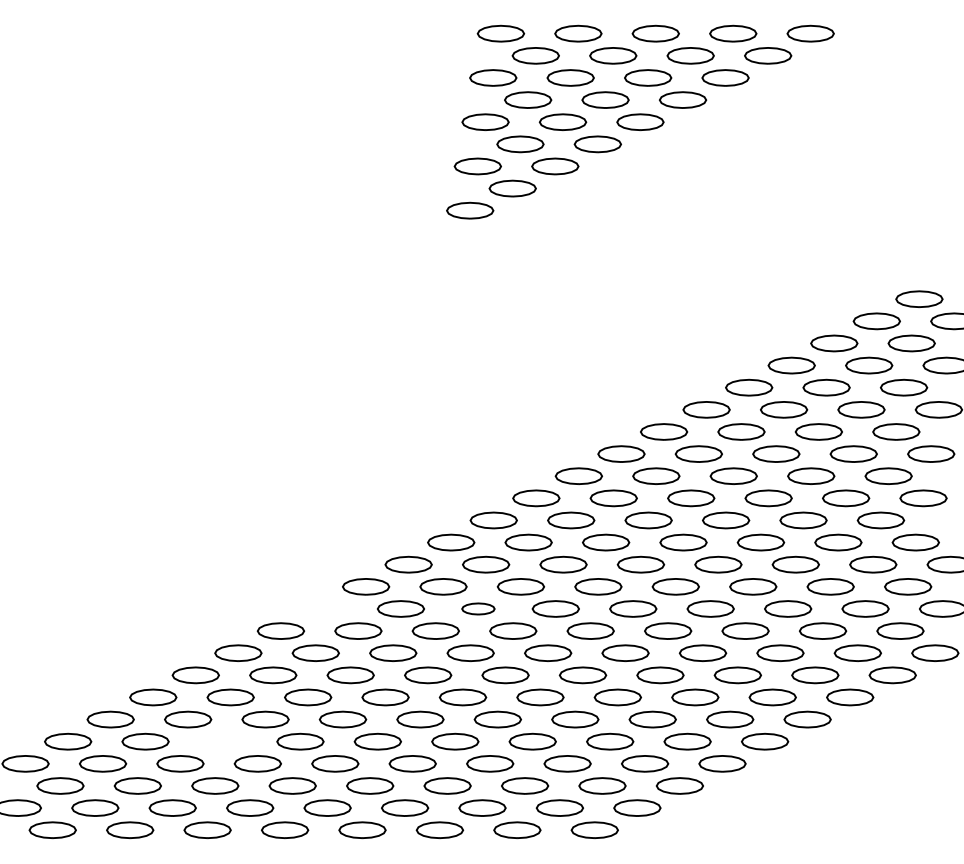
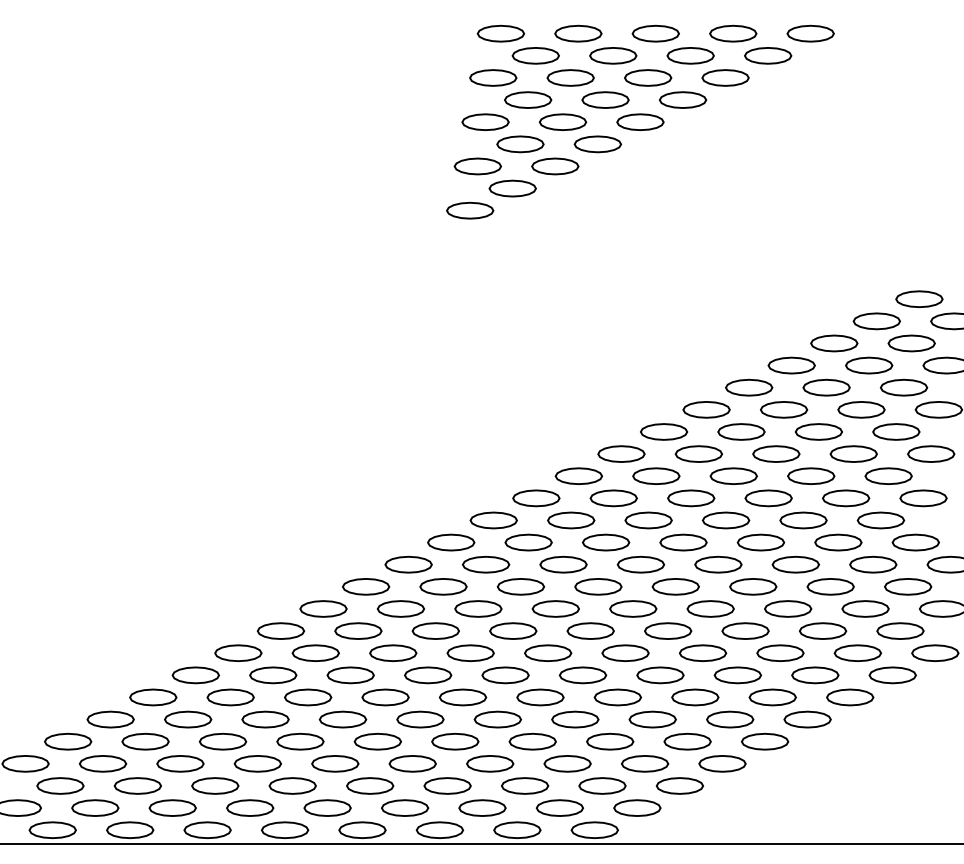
part at (323, 608): none -> present
part at (478, 608) size: 35x14 px -> 49x18 px
part at (222, 741): none -> present
line at (481, 843): none -> present
